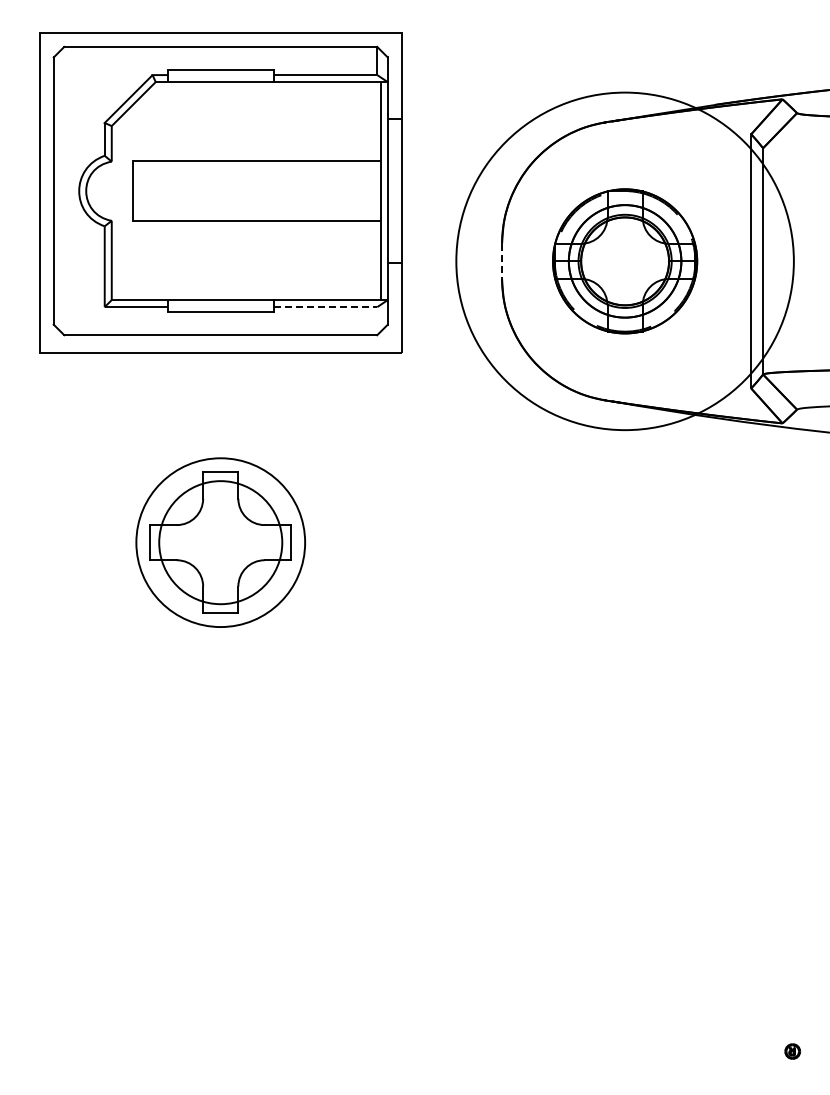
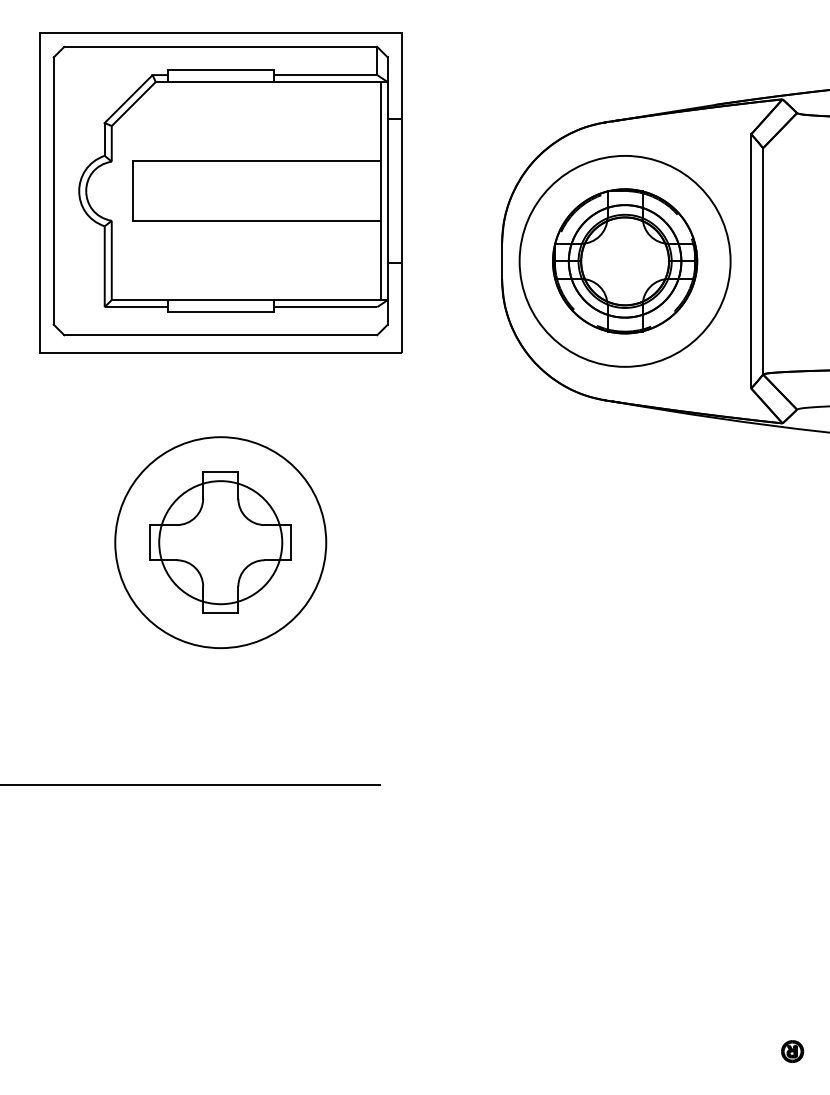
line at (502, 261): dashed -> solid
circle at (624, 261) diameter: 338 px -> 211 px
line at (325, 307): dashed -> solid
circle at (220, 542) diameter: 169 px -> 211 px
line at (190, 785): none -> present
part at (792, 1051) size: 17x17 px -> 24x23 px
